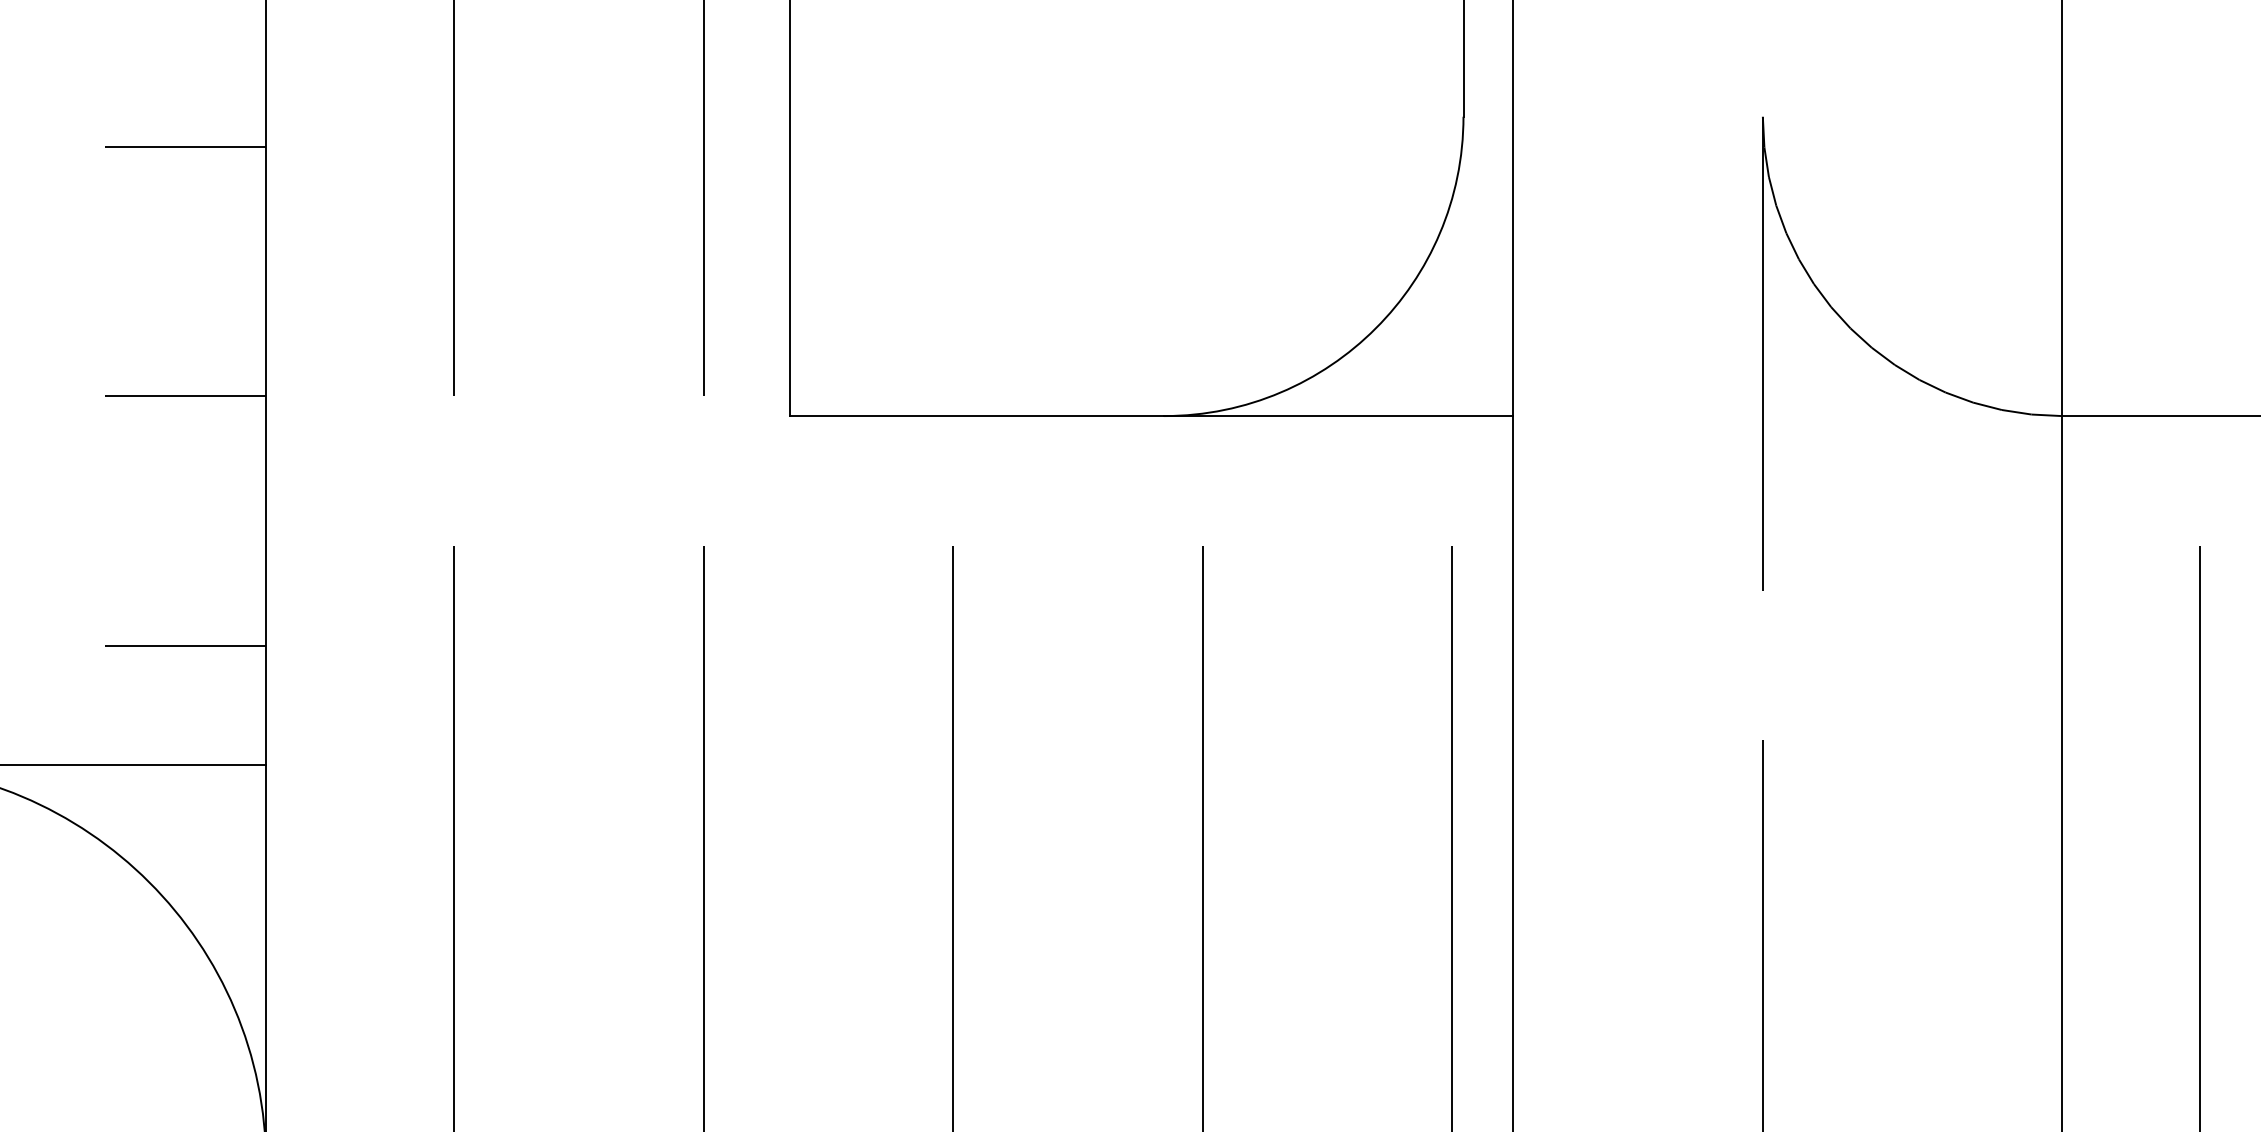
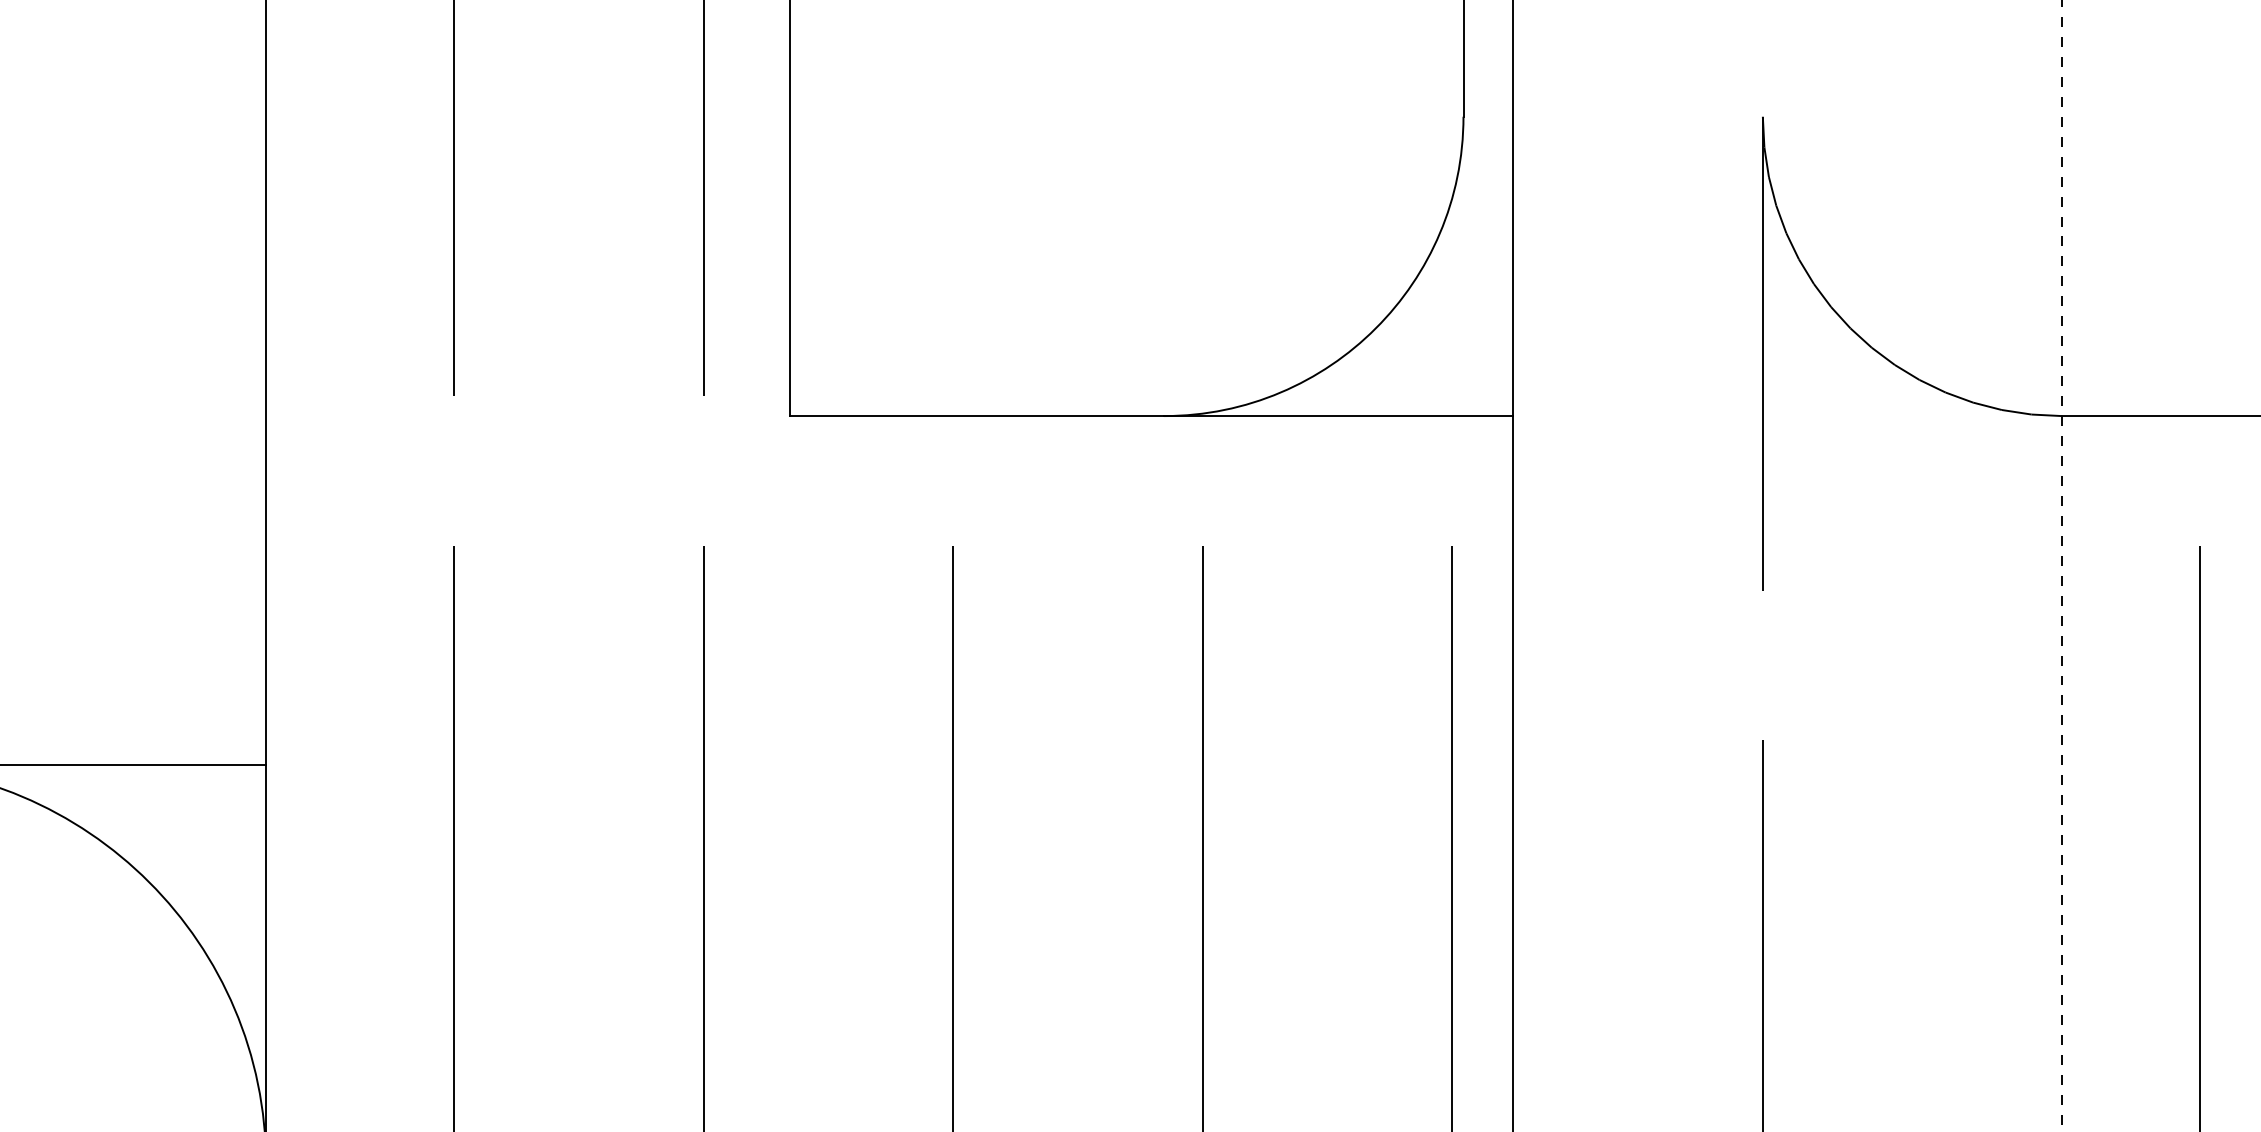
hatch at (185, 395): present -> none
line at (2062, 564): solid -> dashed
